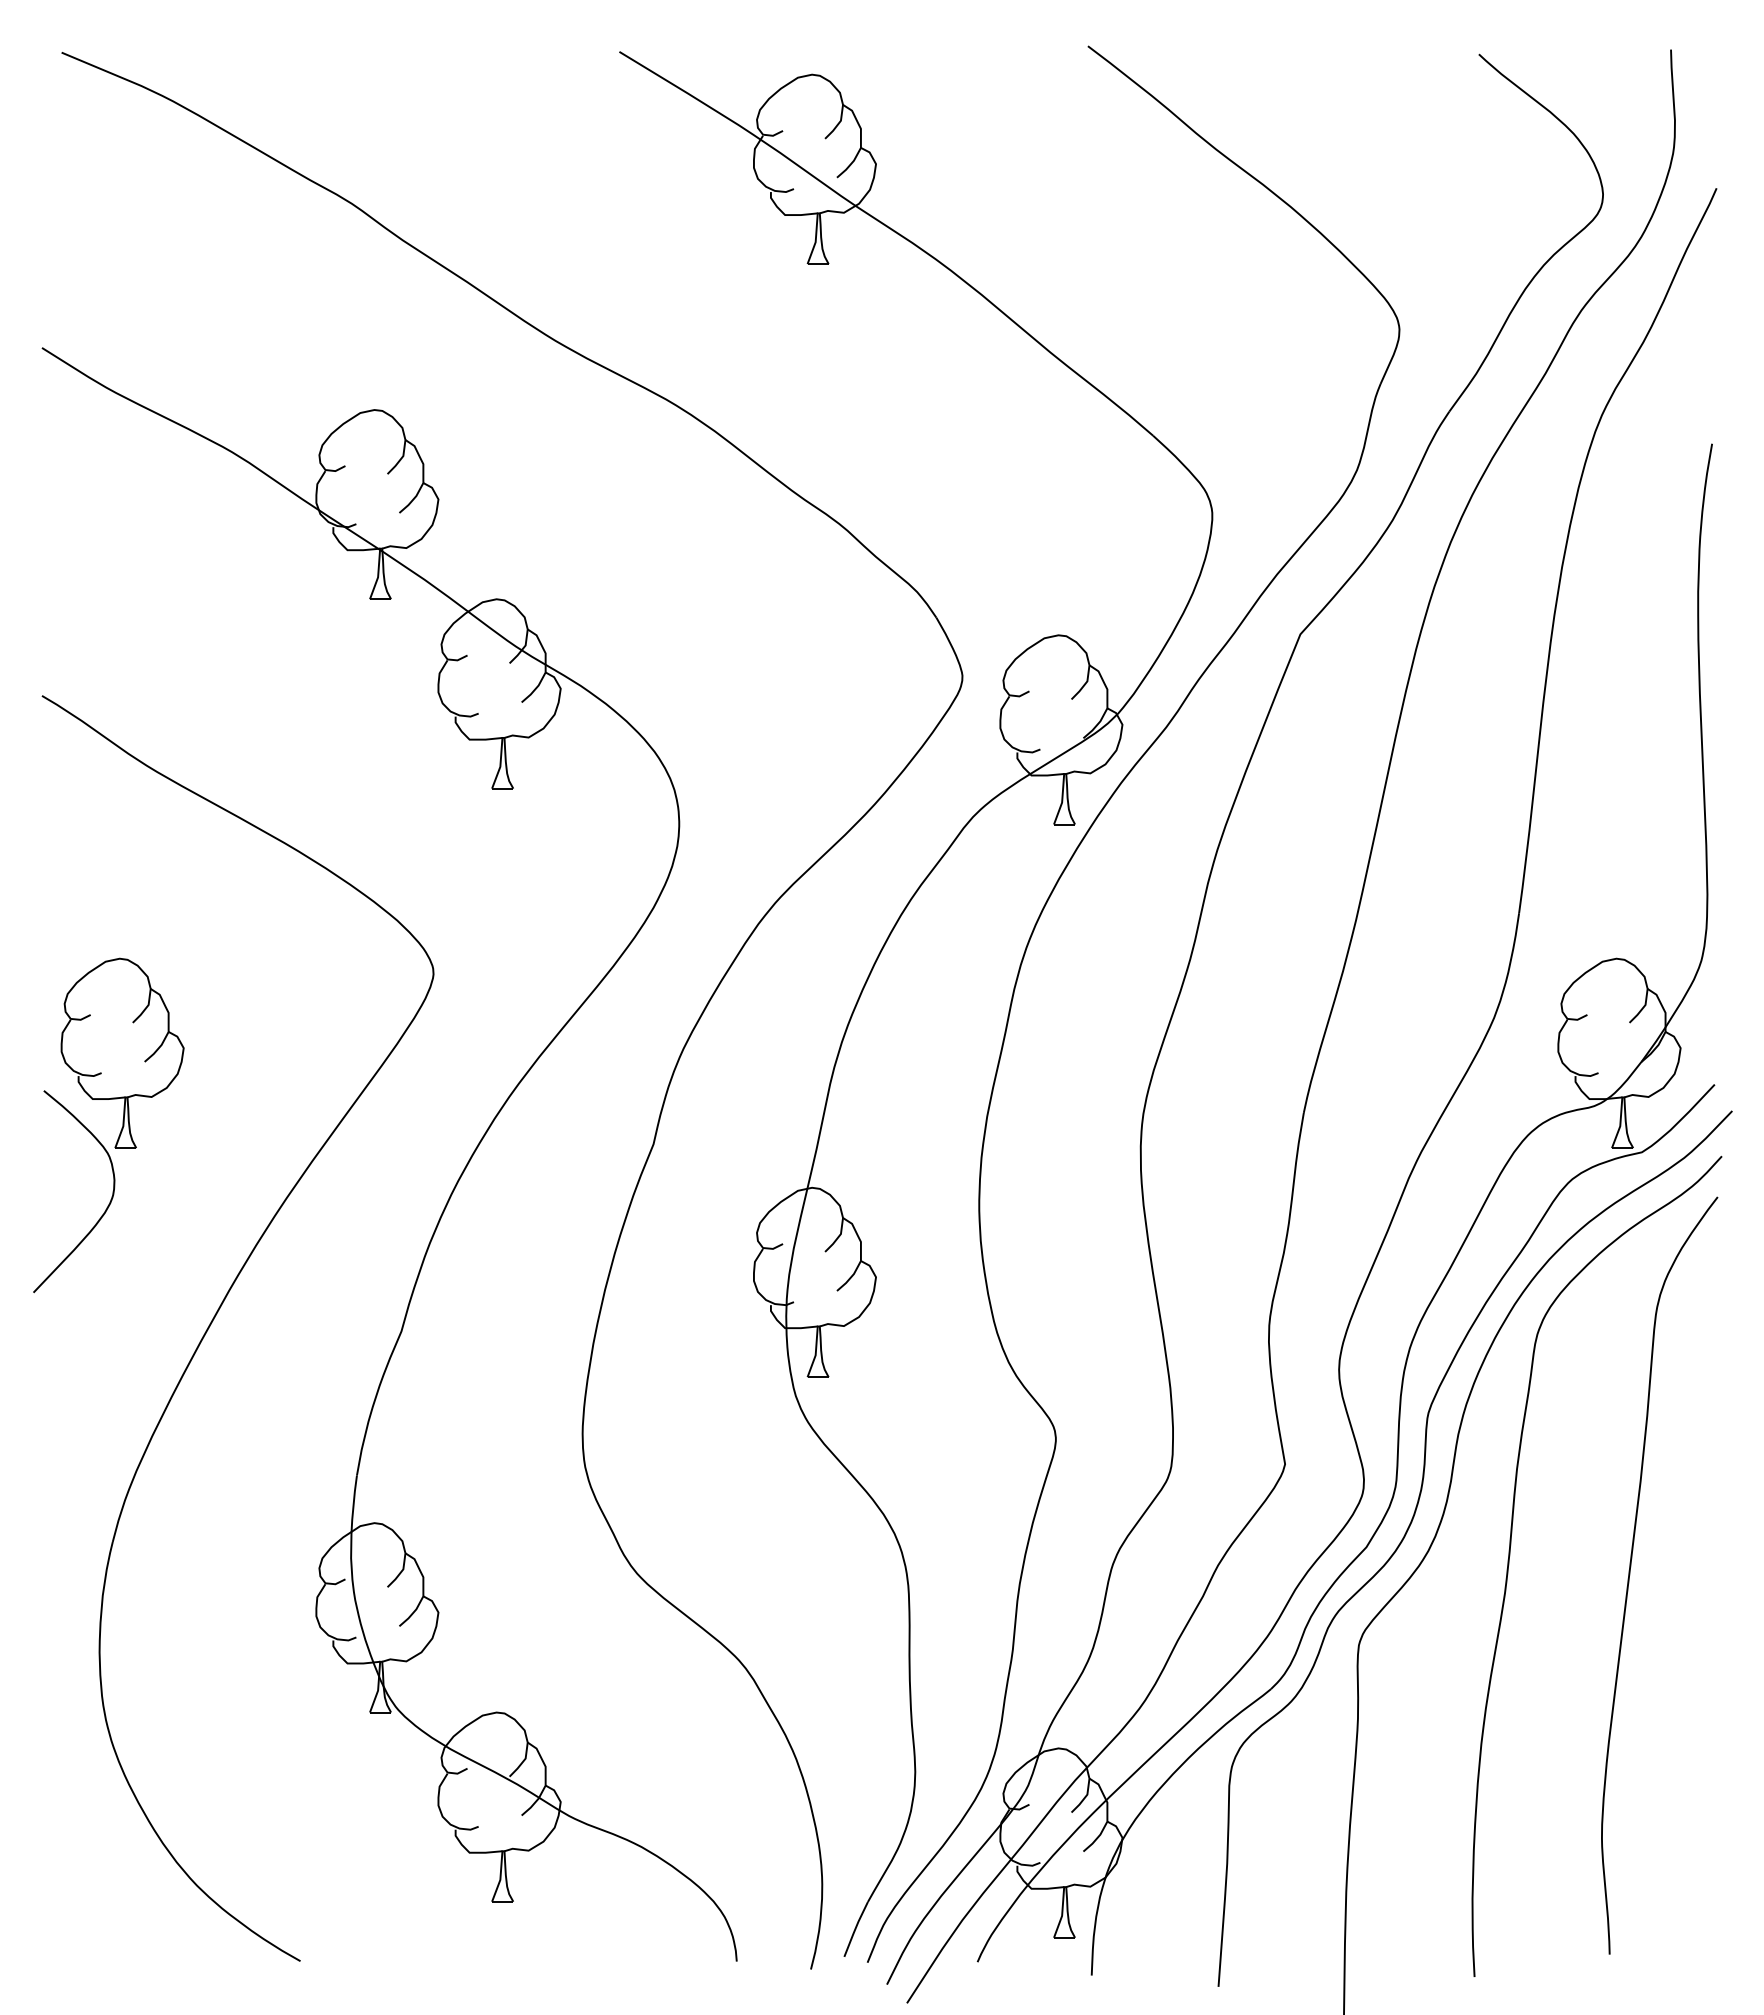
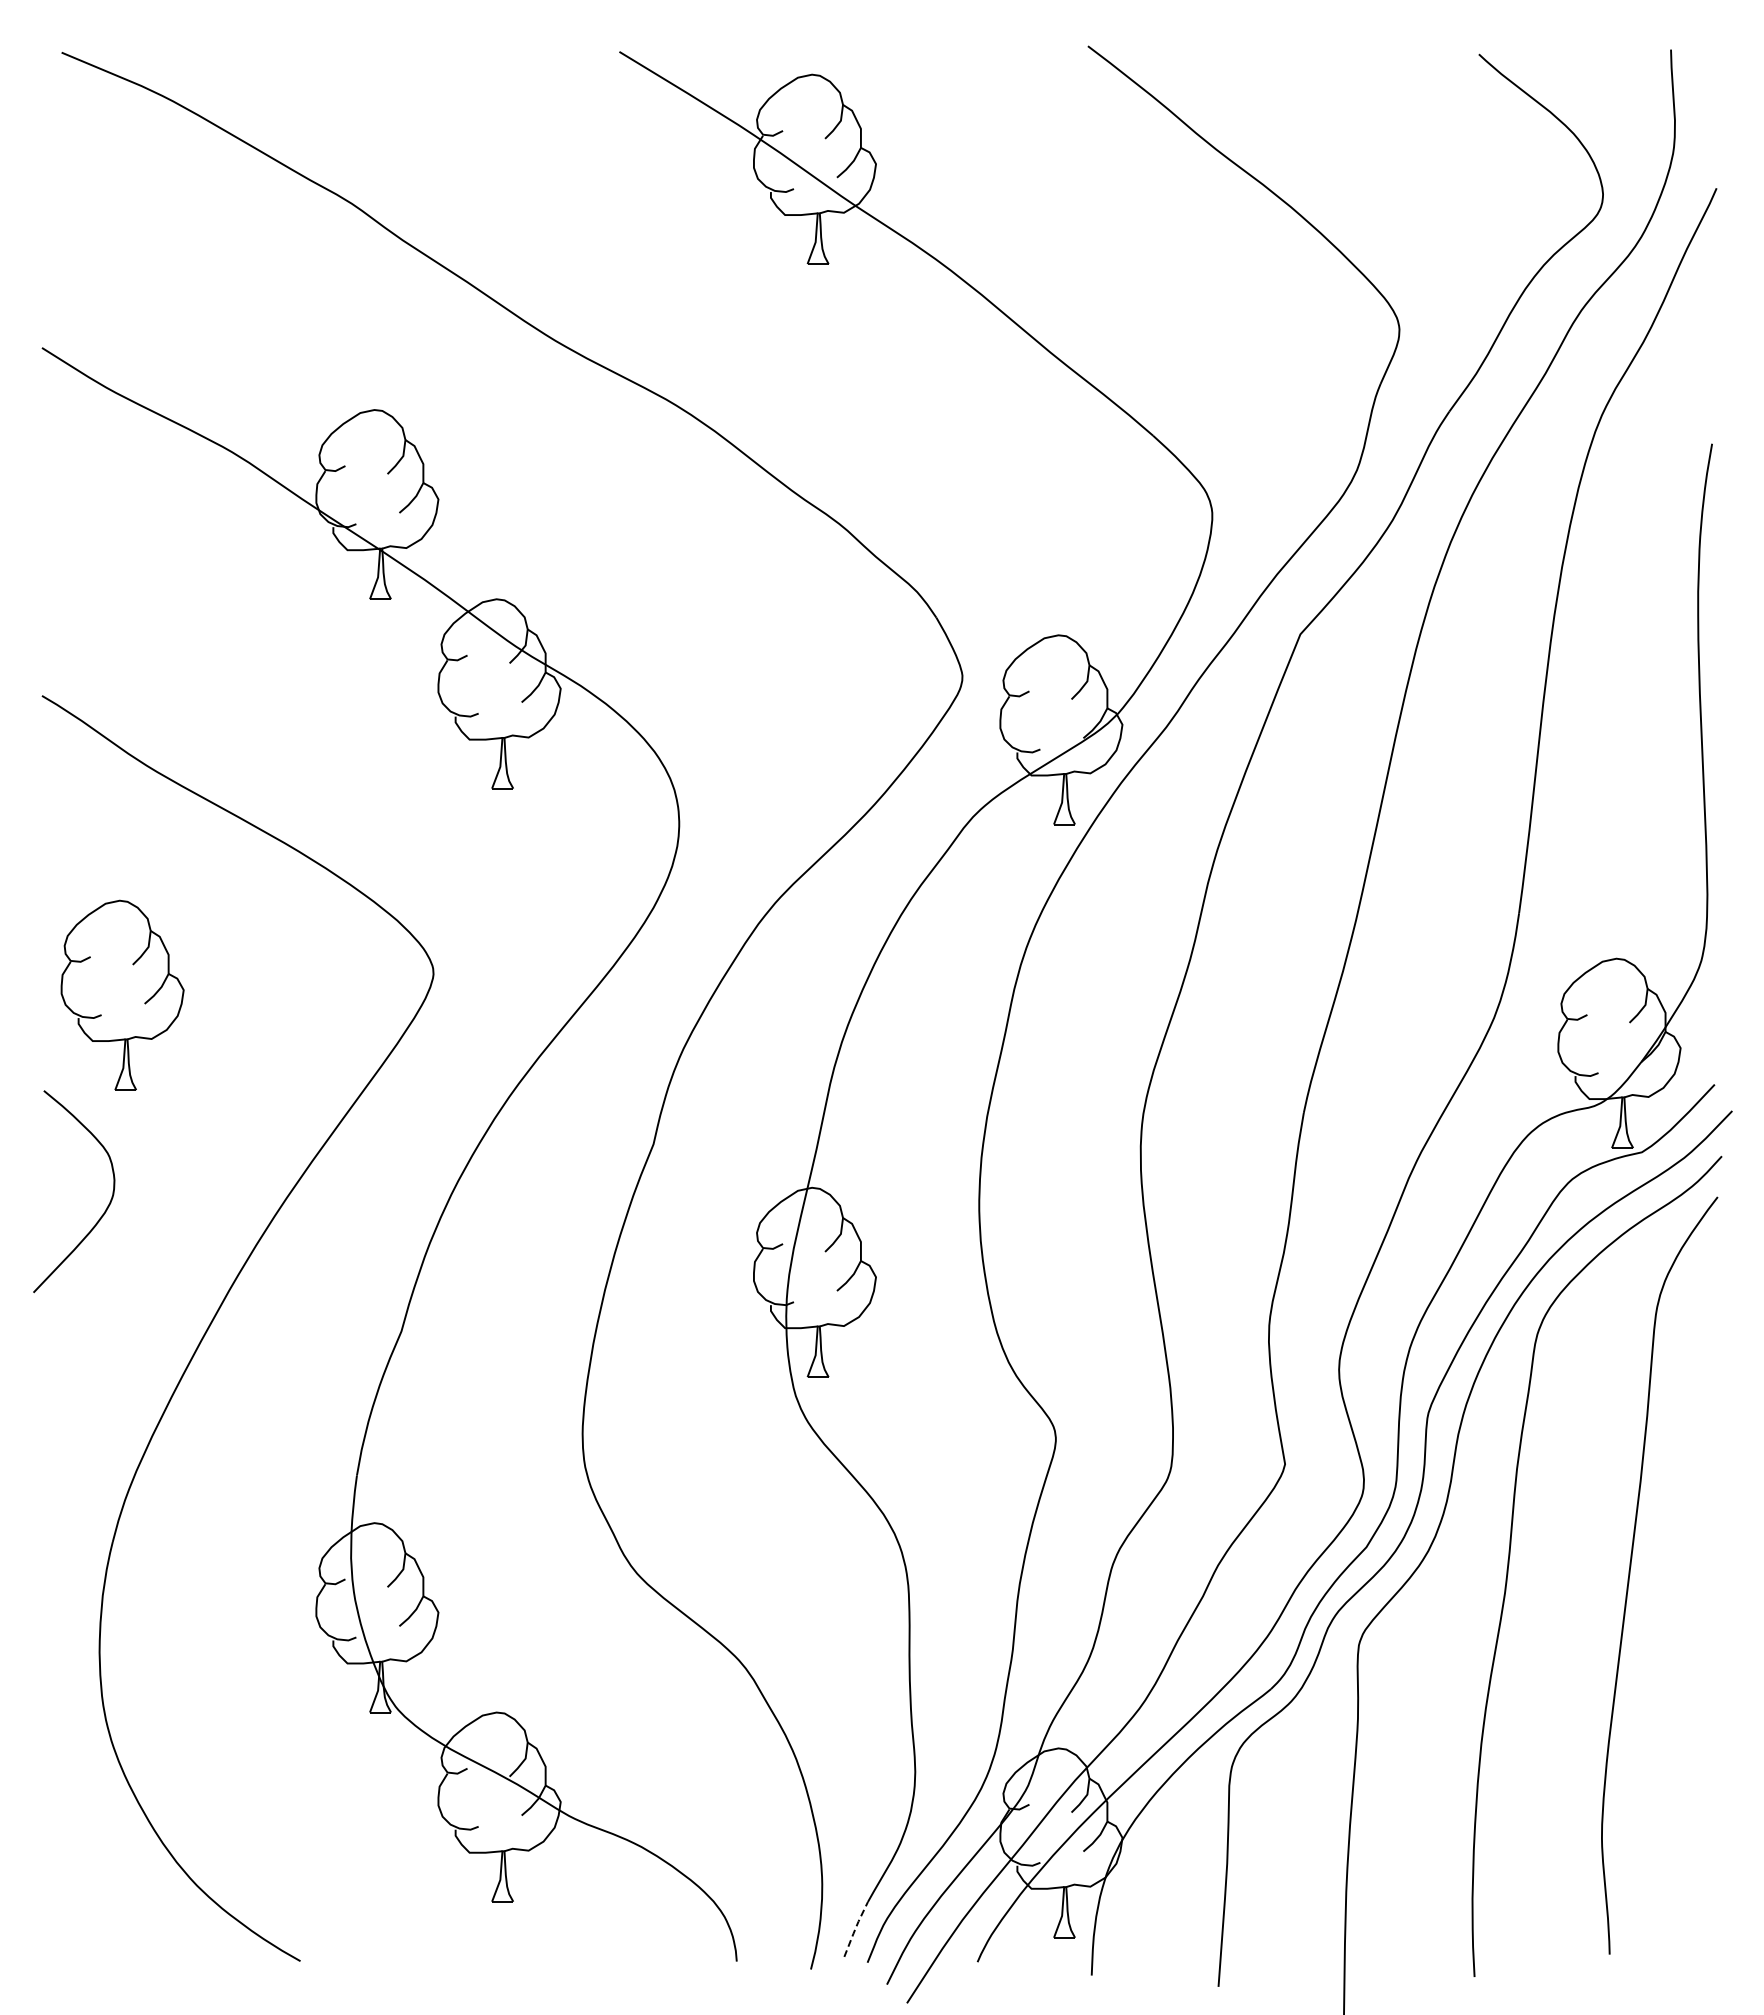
part at (144, 1060) position: (144, 1060) -> (144, 1002)
line at (855, 1928): solid -> dashed
